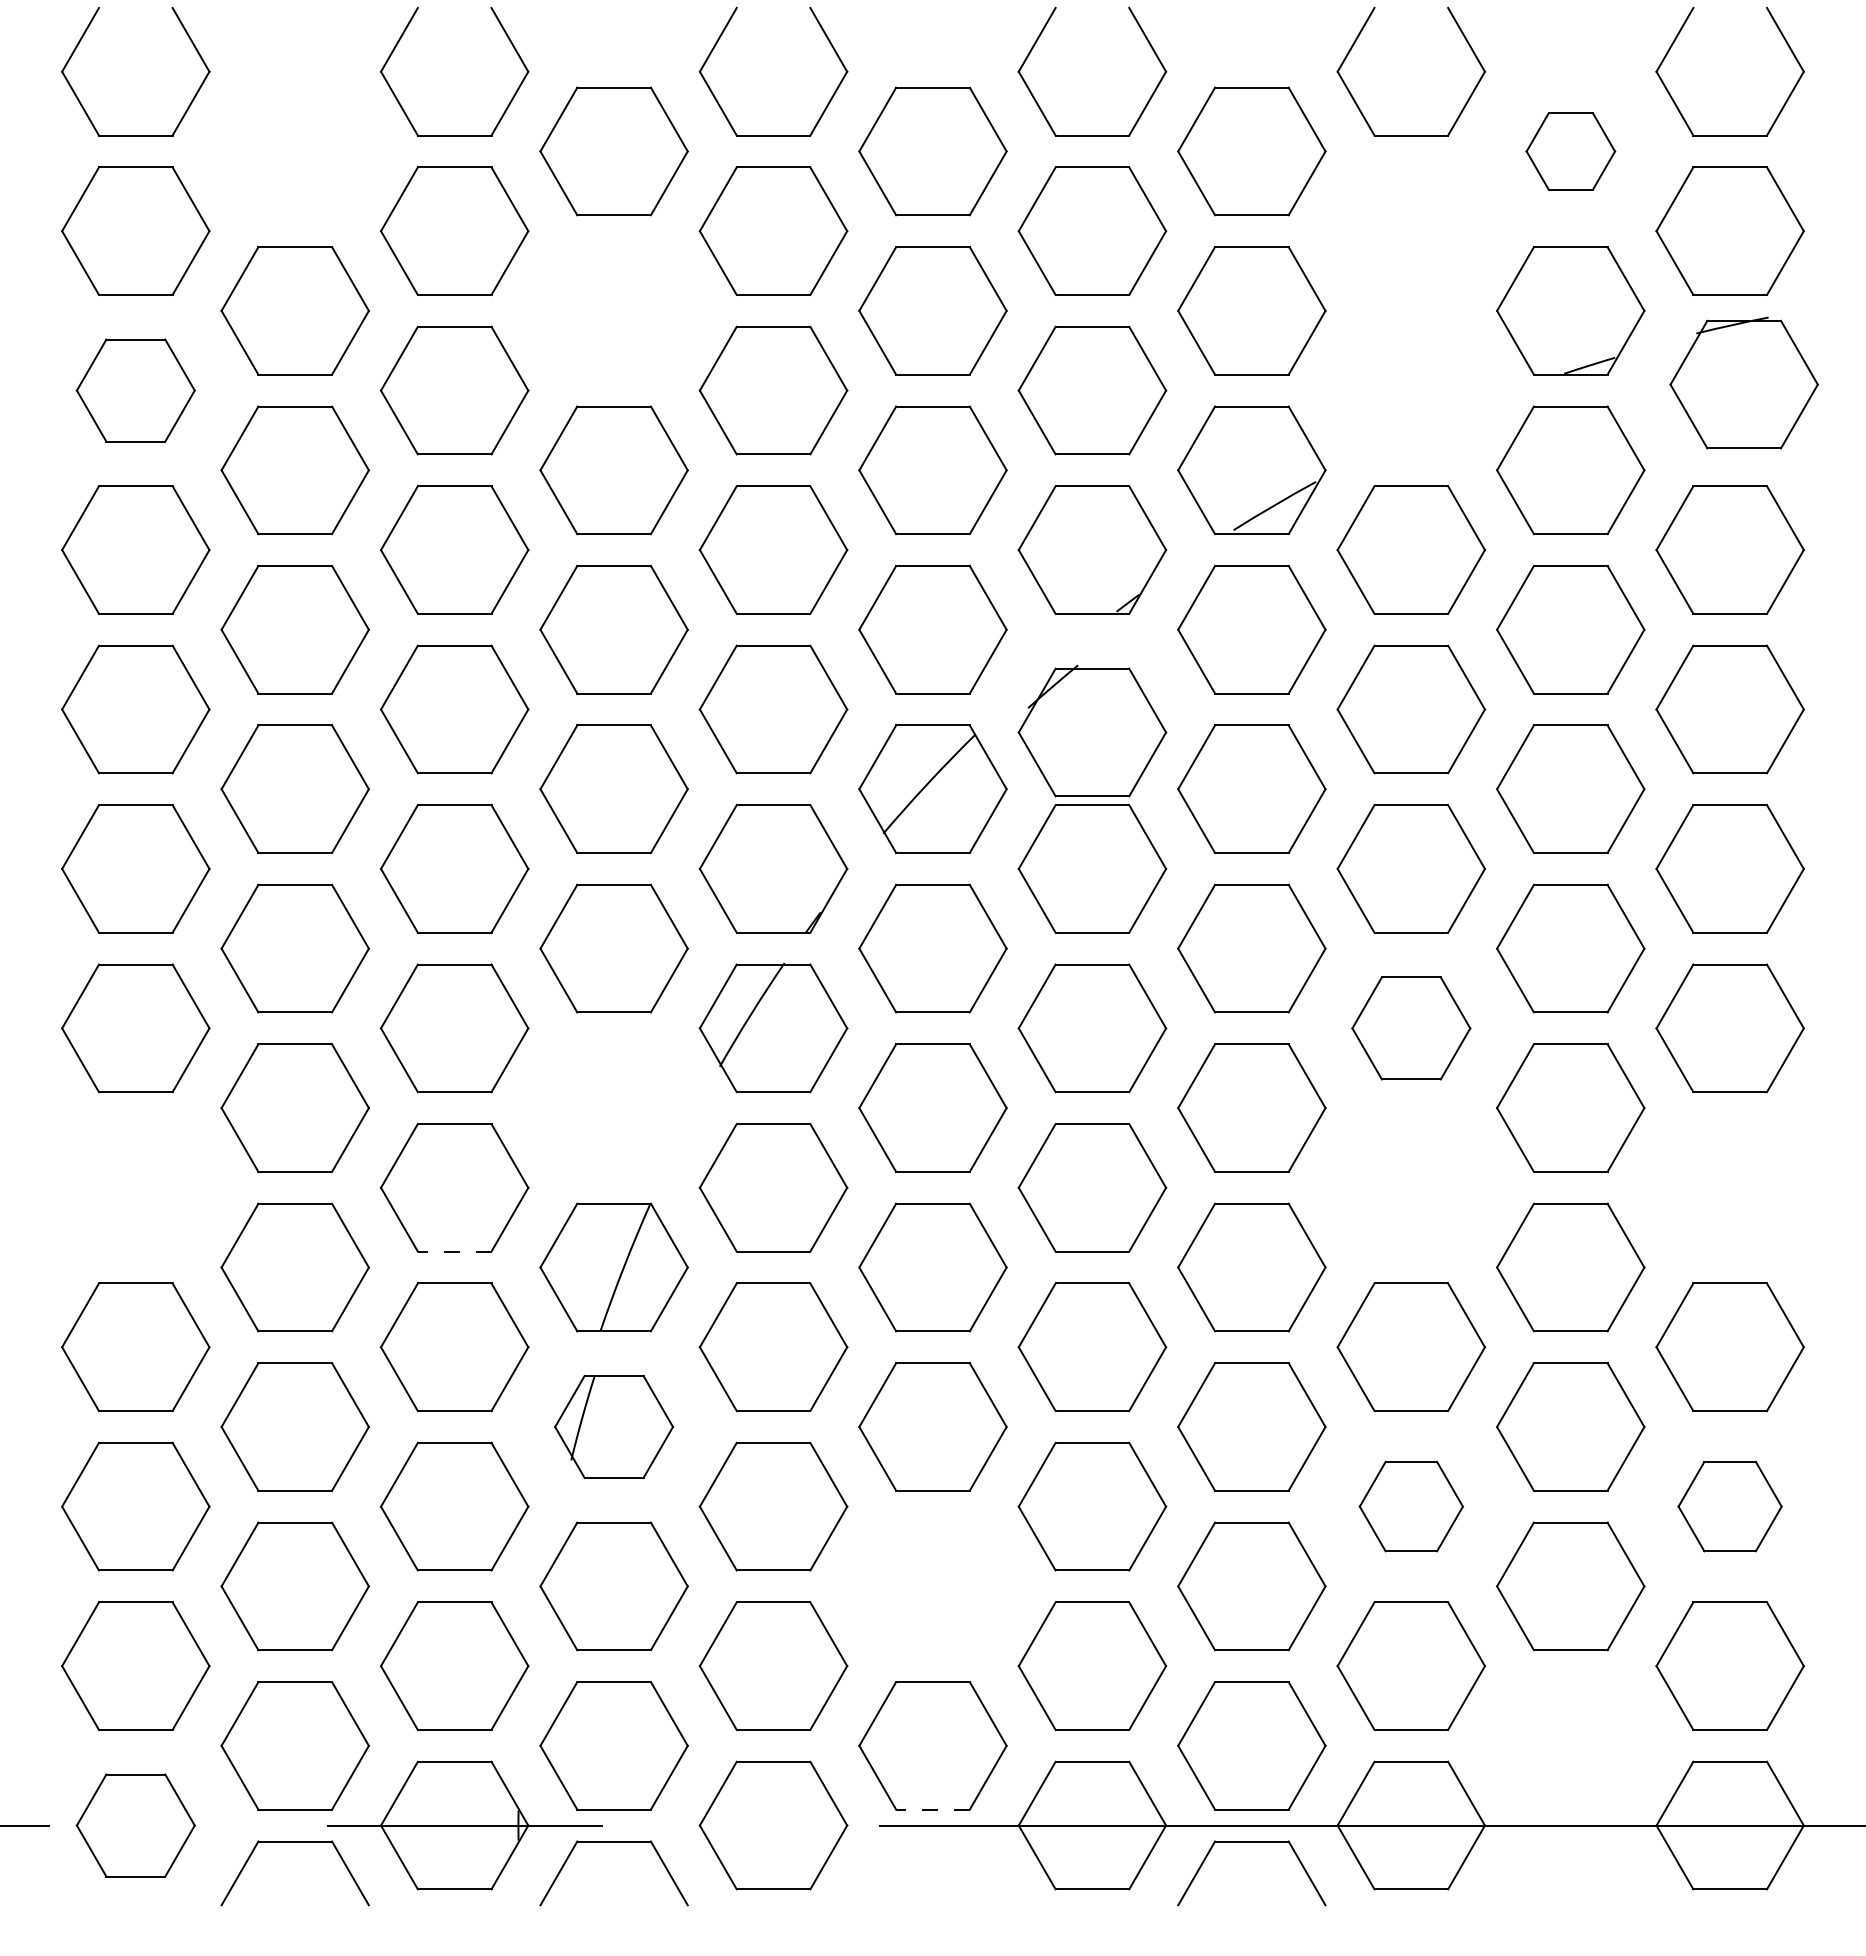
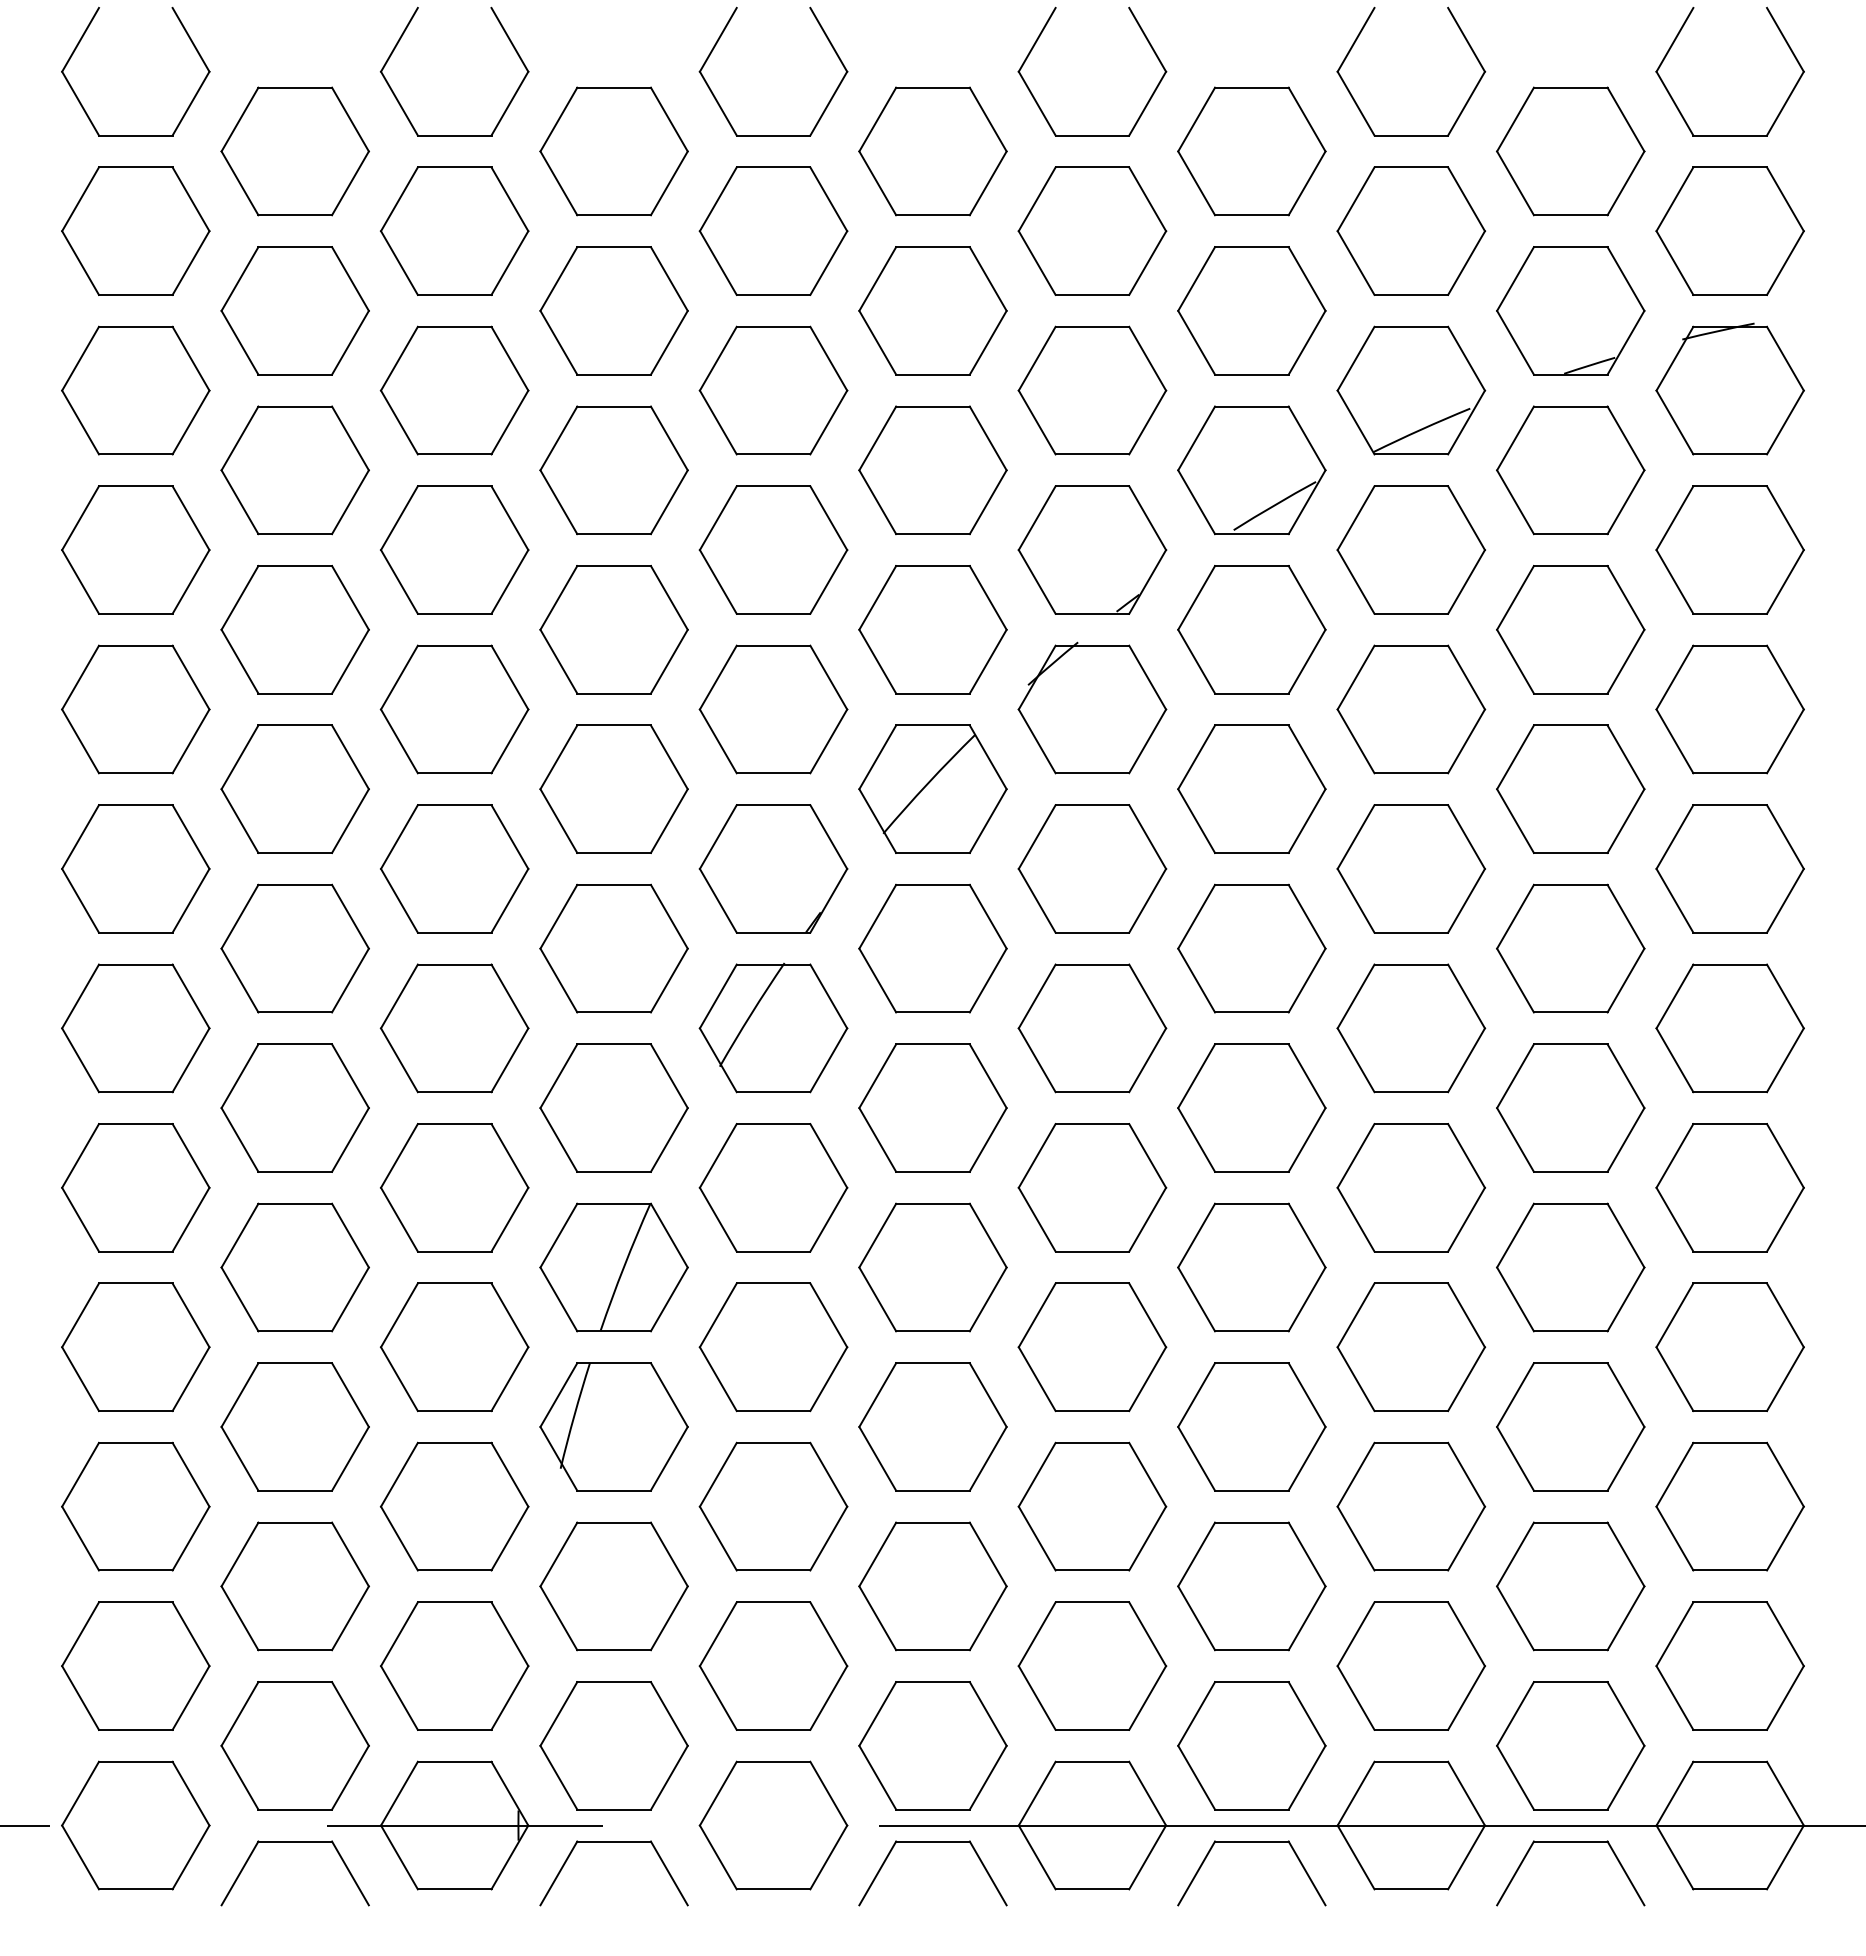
part at (294, 151): none -> present
part at (1570, 151) size: 92x79 px -> 150x131 px
part at (1410, 230): none -> present
part at (613, 310): none -> present
part at (1743, 382) position: (1743, 382) -> (1729, 388)
part at (135, 390) size: 121x105 px -> 150x131 px
part at (1411, 390): none -> present
part at (1092, 730) position: (1092, 730) -> (1092, 707)
part at (1411, 1028) size: 121x105 px -> 151x131 px
part at (613, 1107): none -> present
part at (135, 1187): none -> present
part at (1410, 1187): none -> present
part at (1729, 1187): none -> present
line at (454, 1251): dashed -> solid
part at (614, 1426) size: 121x105 px -> 150x130 px
part at (1411, 1506) size: 107x92 px -> 151x131 px
part at (1729, 1506) size: 106x92 px -> 150x131 px
part at (932, 1586): none -> present
part at (1570, 1745): none -> present
line at (933, 1809): dashed -> solid
part at (135, 1825) size: 121x105 px -> 150x131 px
part at (932, 1842): none -> present
part at (1570, 1842): none -> present
